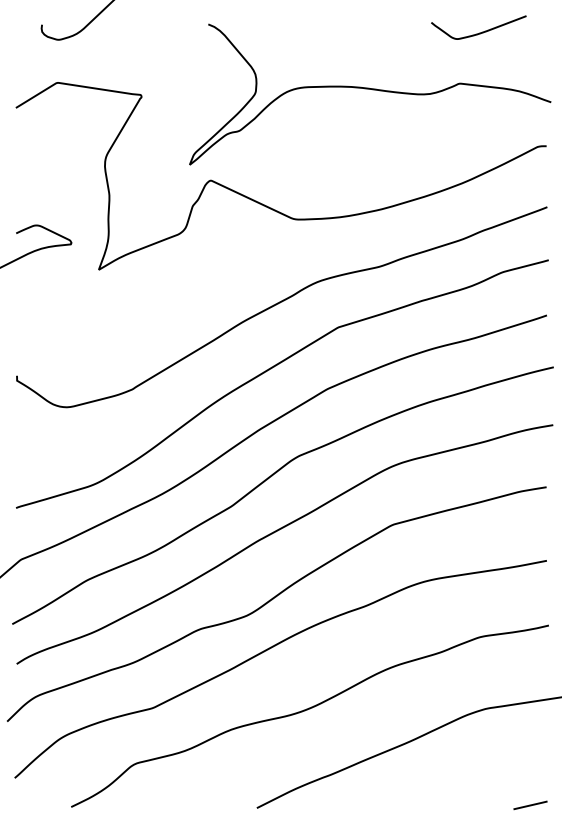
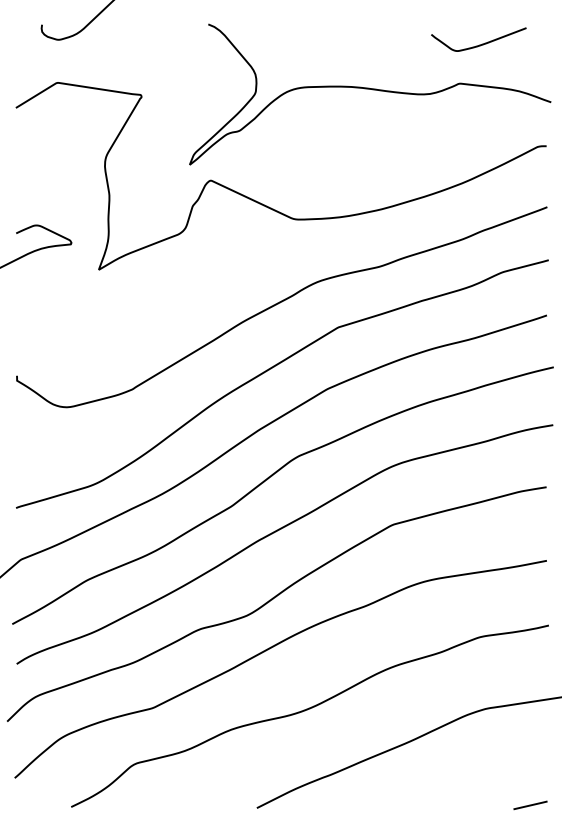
curve at (479, 32) position: (479, 32) -> (479, 44)
